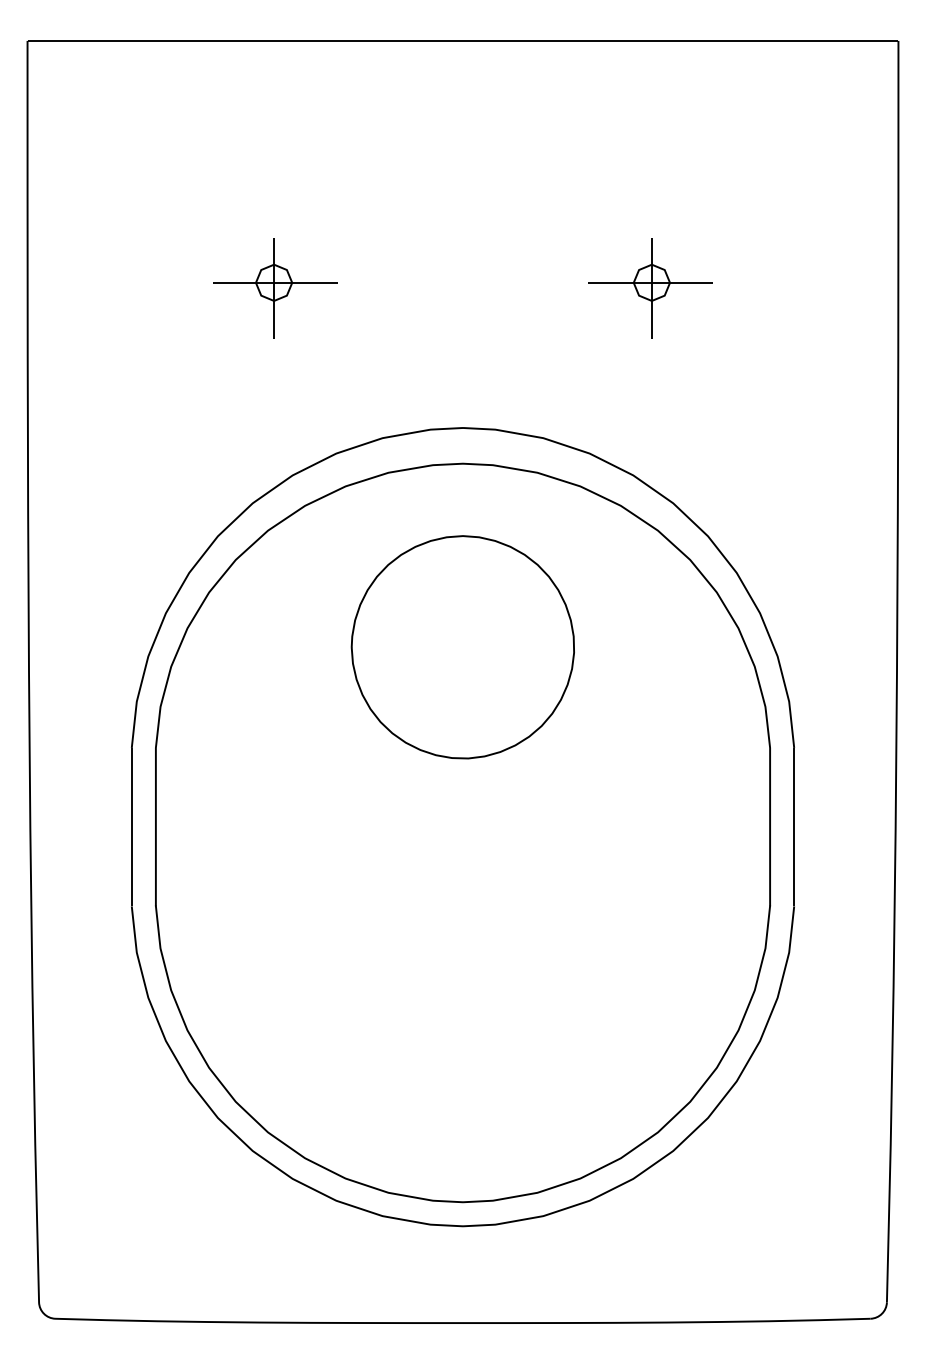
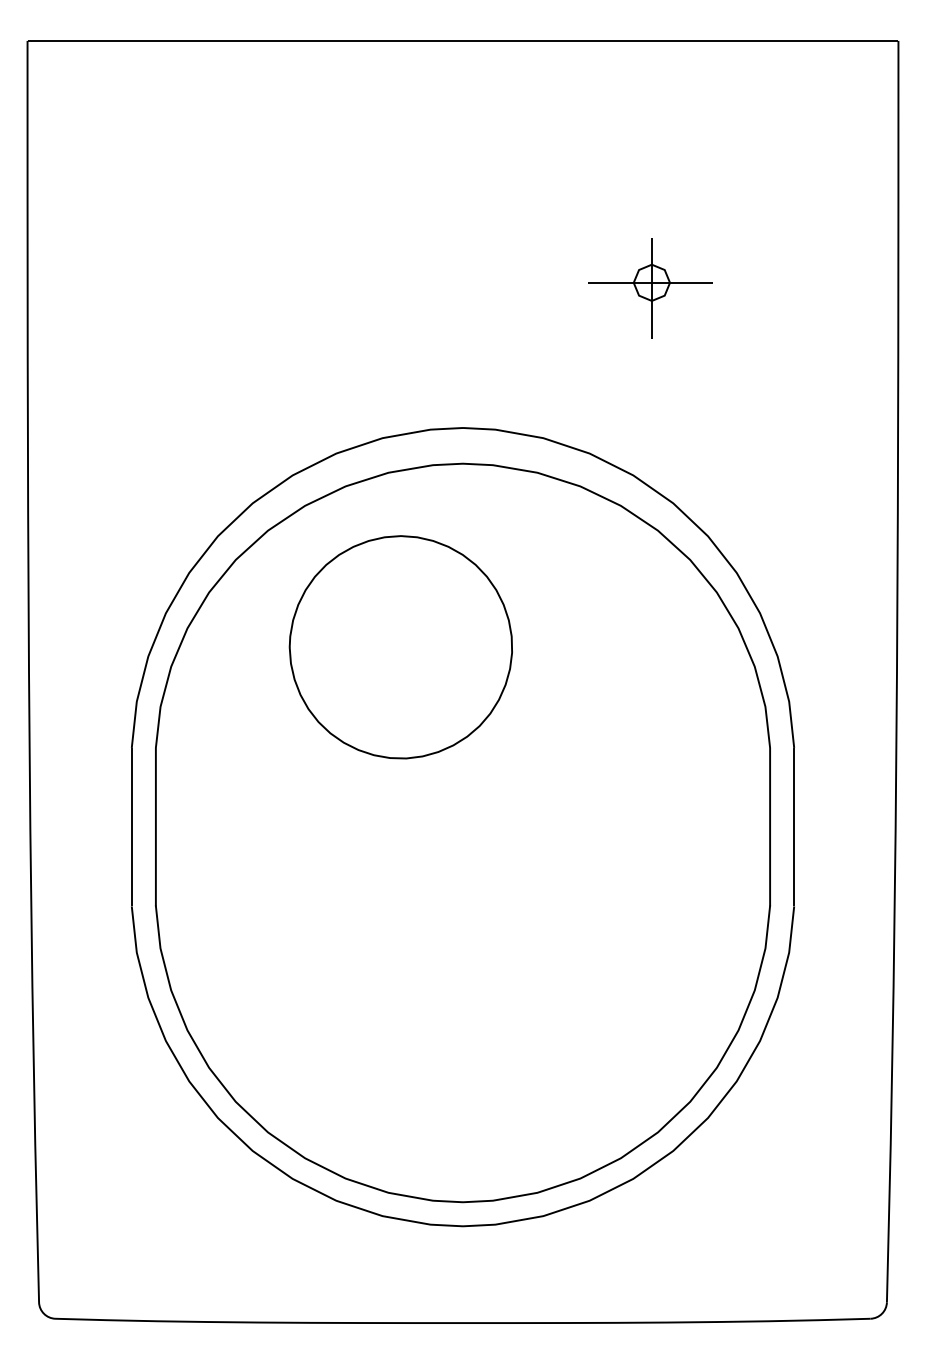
part at (275, 288): present -> none
part at (462, 647) position: (462, 647) -> (400, 647)
